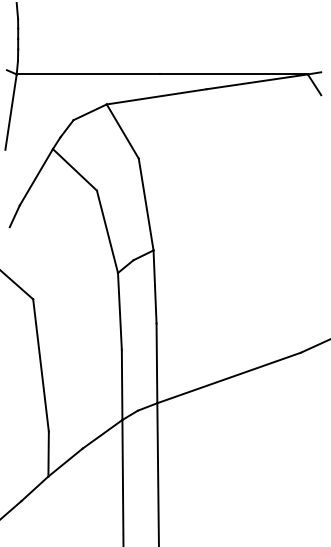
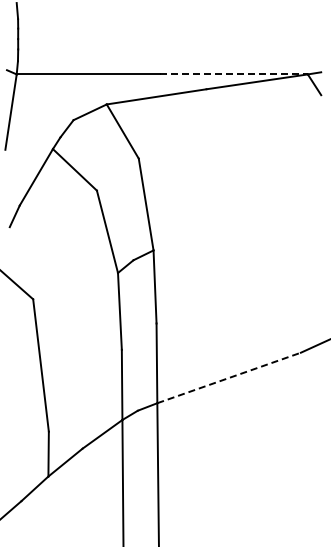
line at (234, 74): solid -> dashed
line at (229, 377): solid -> dashed
